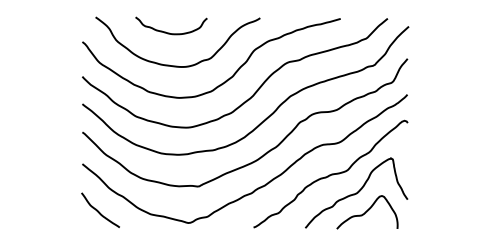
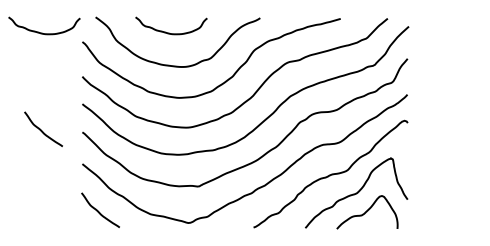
curve at (42, 32): none -> present
curve at (41, 129): none -> present
